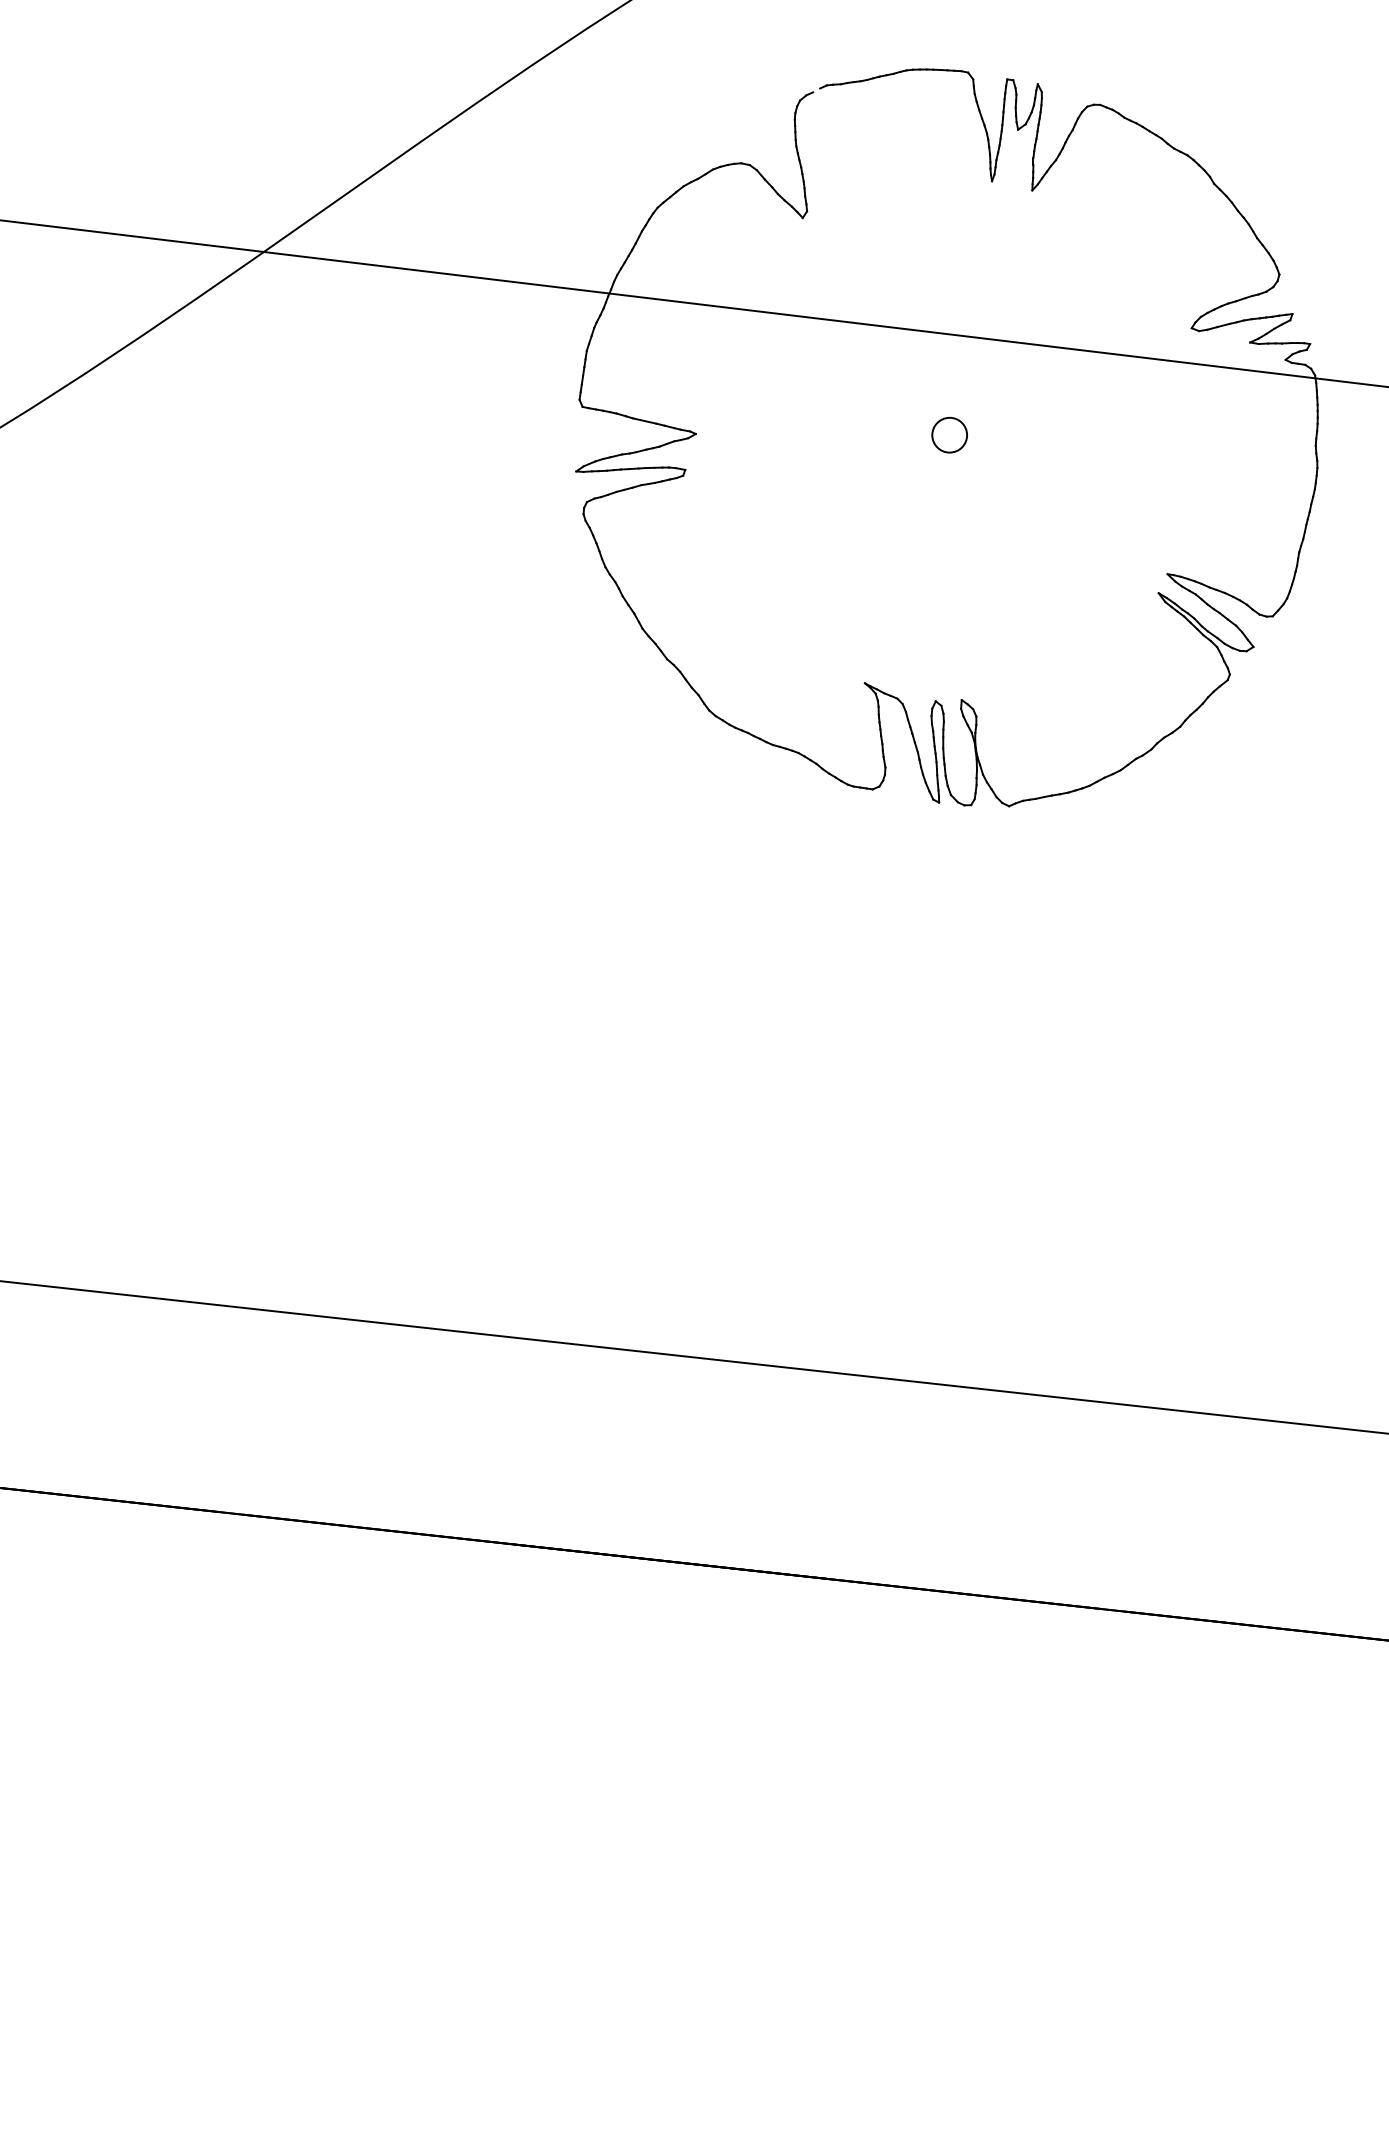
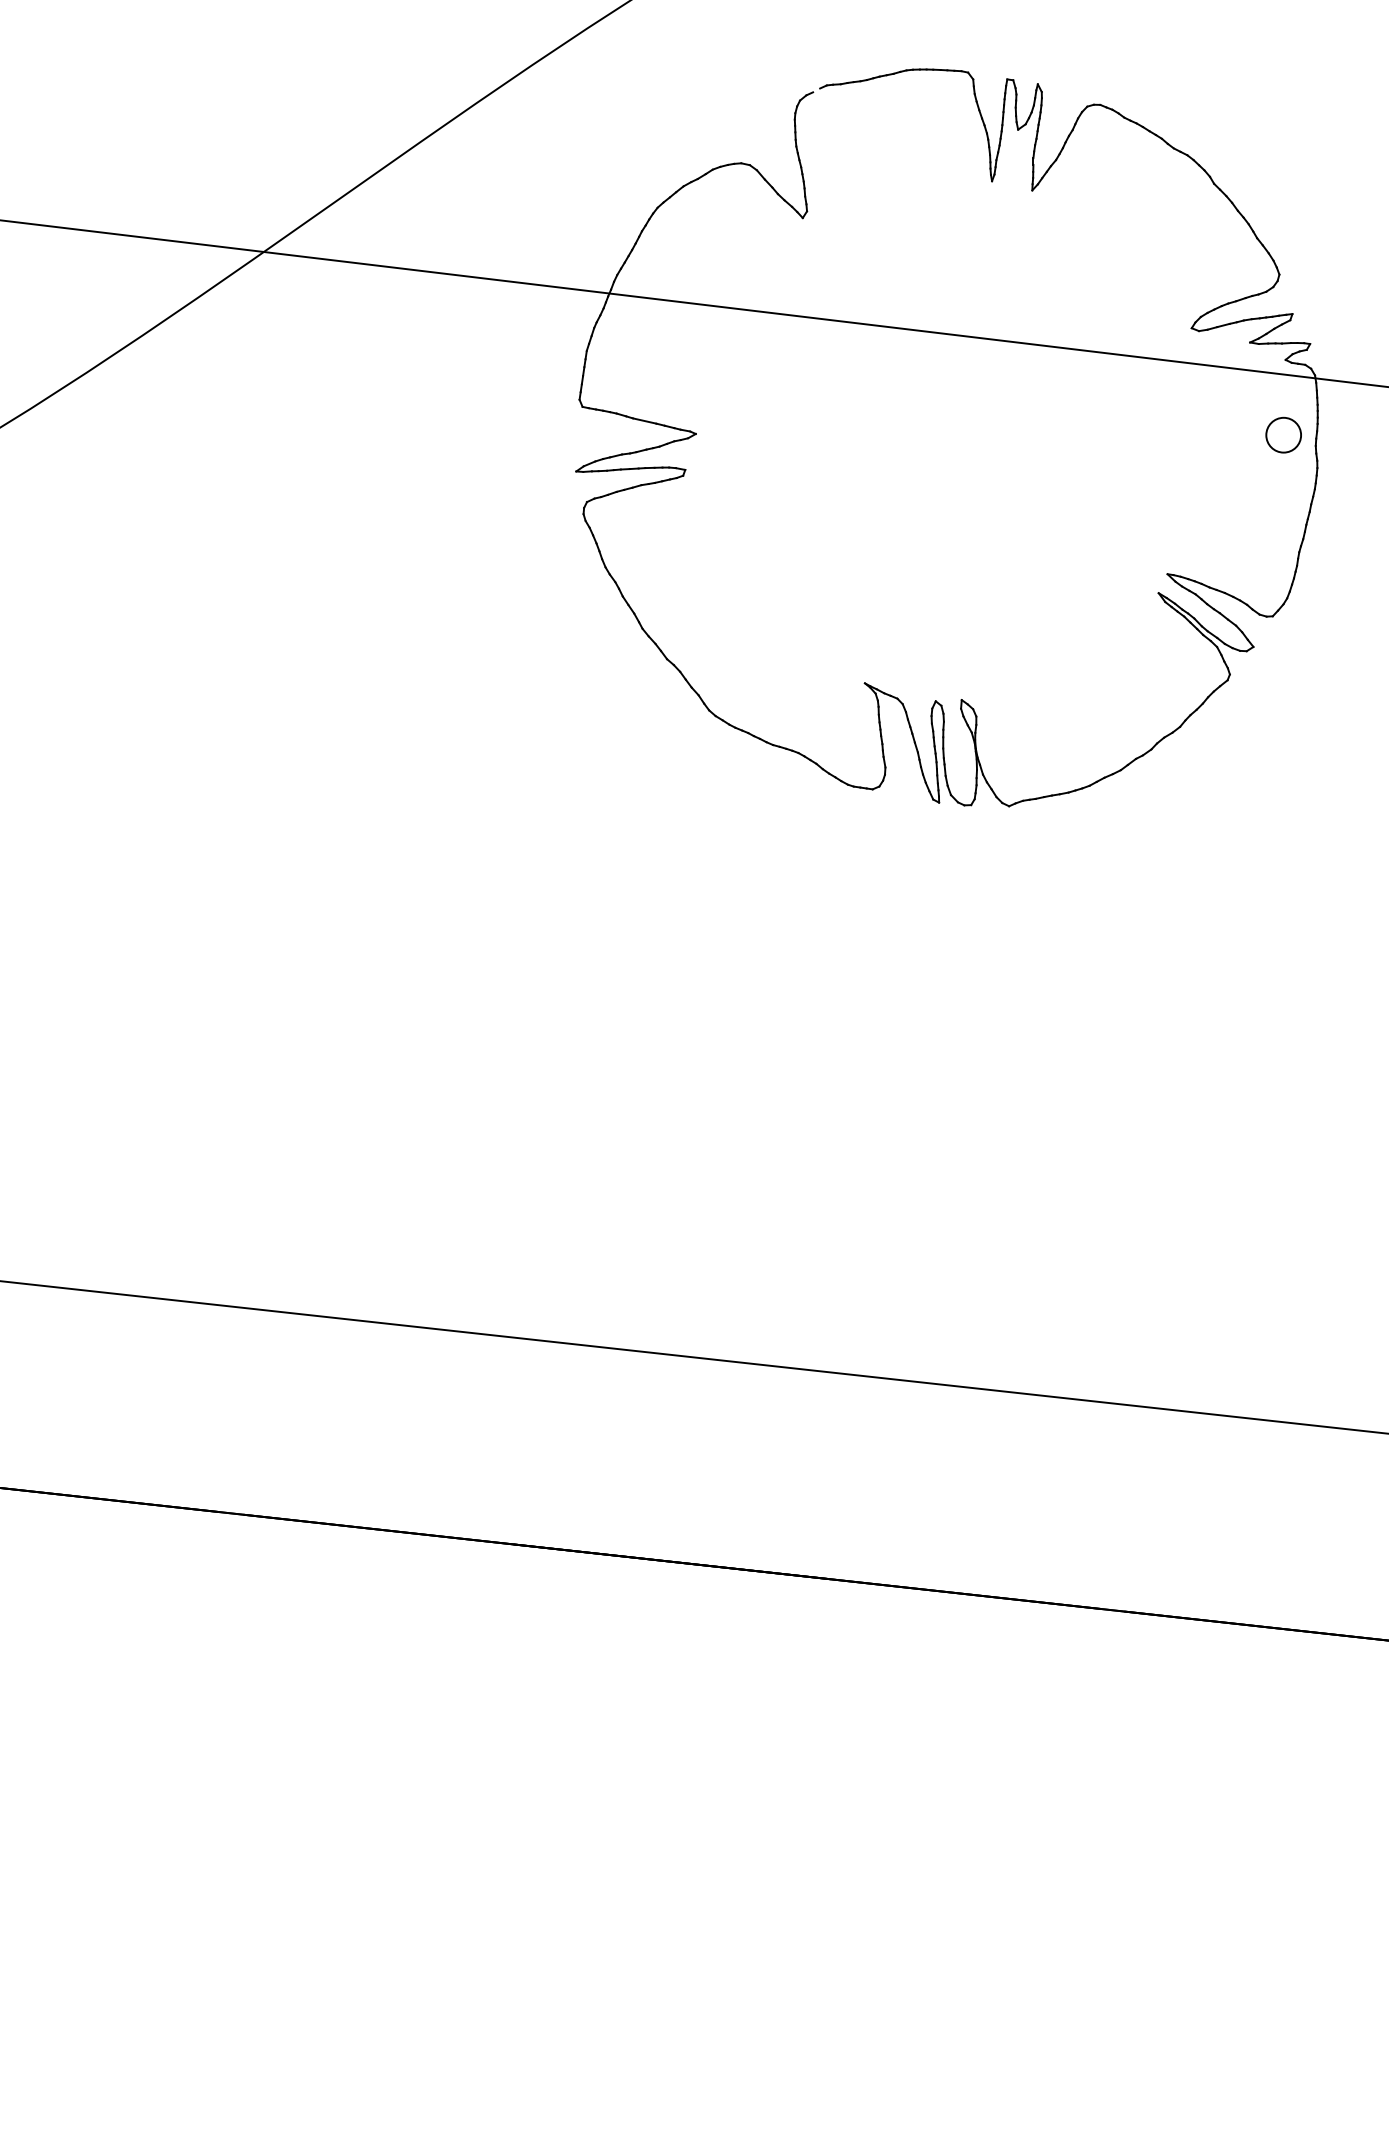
circle at (949, 434) position: (949, 434) -> (1283, 434)
